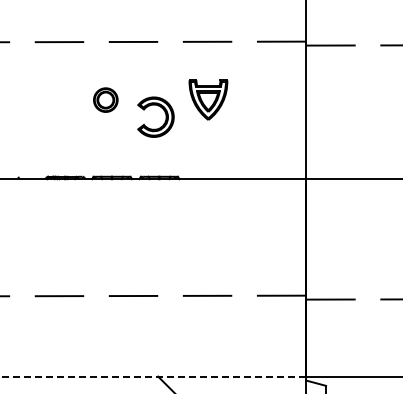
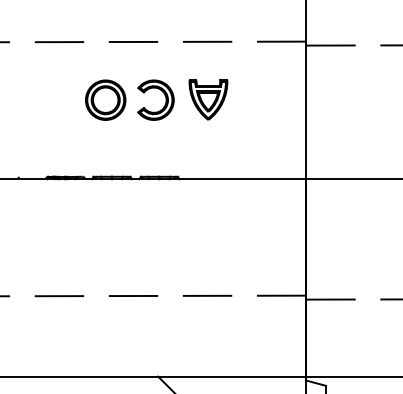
part at (105, 99) size: 26x26 px -> 42x42 px
part at (164, 112) position: (164, 112) -> (164, 95)
line at (153, 376): dashed -> solid
